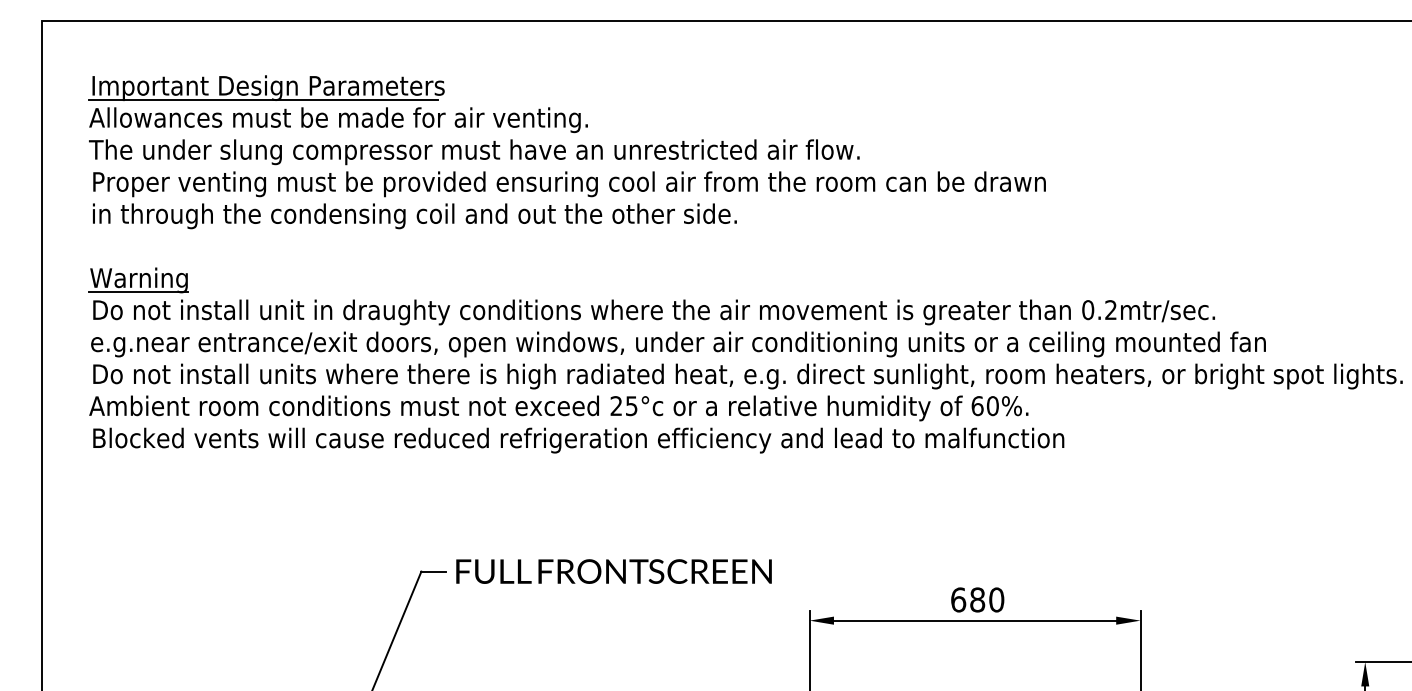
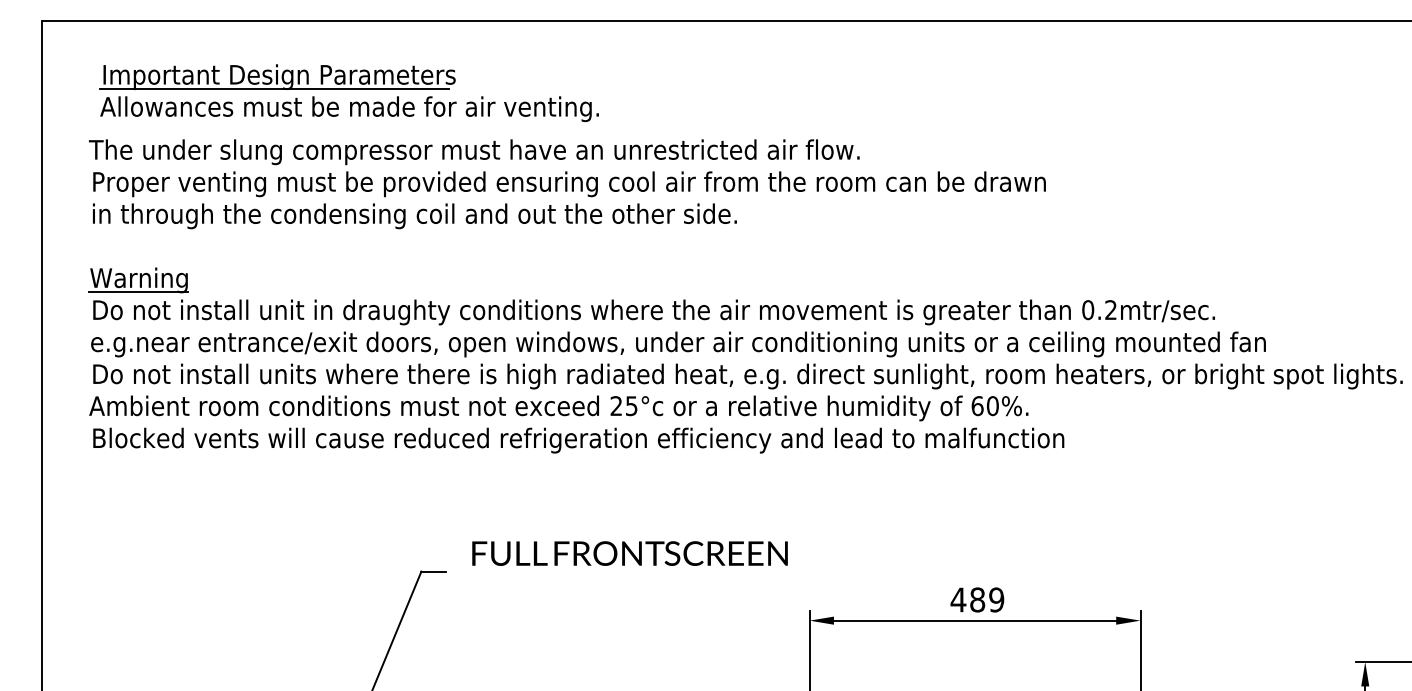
part at (337, 104) position: (337, 104) -> (348, 93)
text at (613, 571) position: (613, 571) -> (629, 553)
text at (977, 599): 680 -> 489
